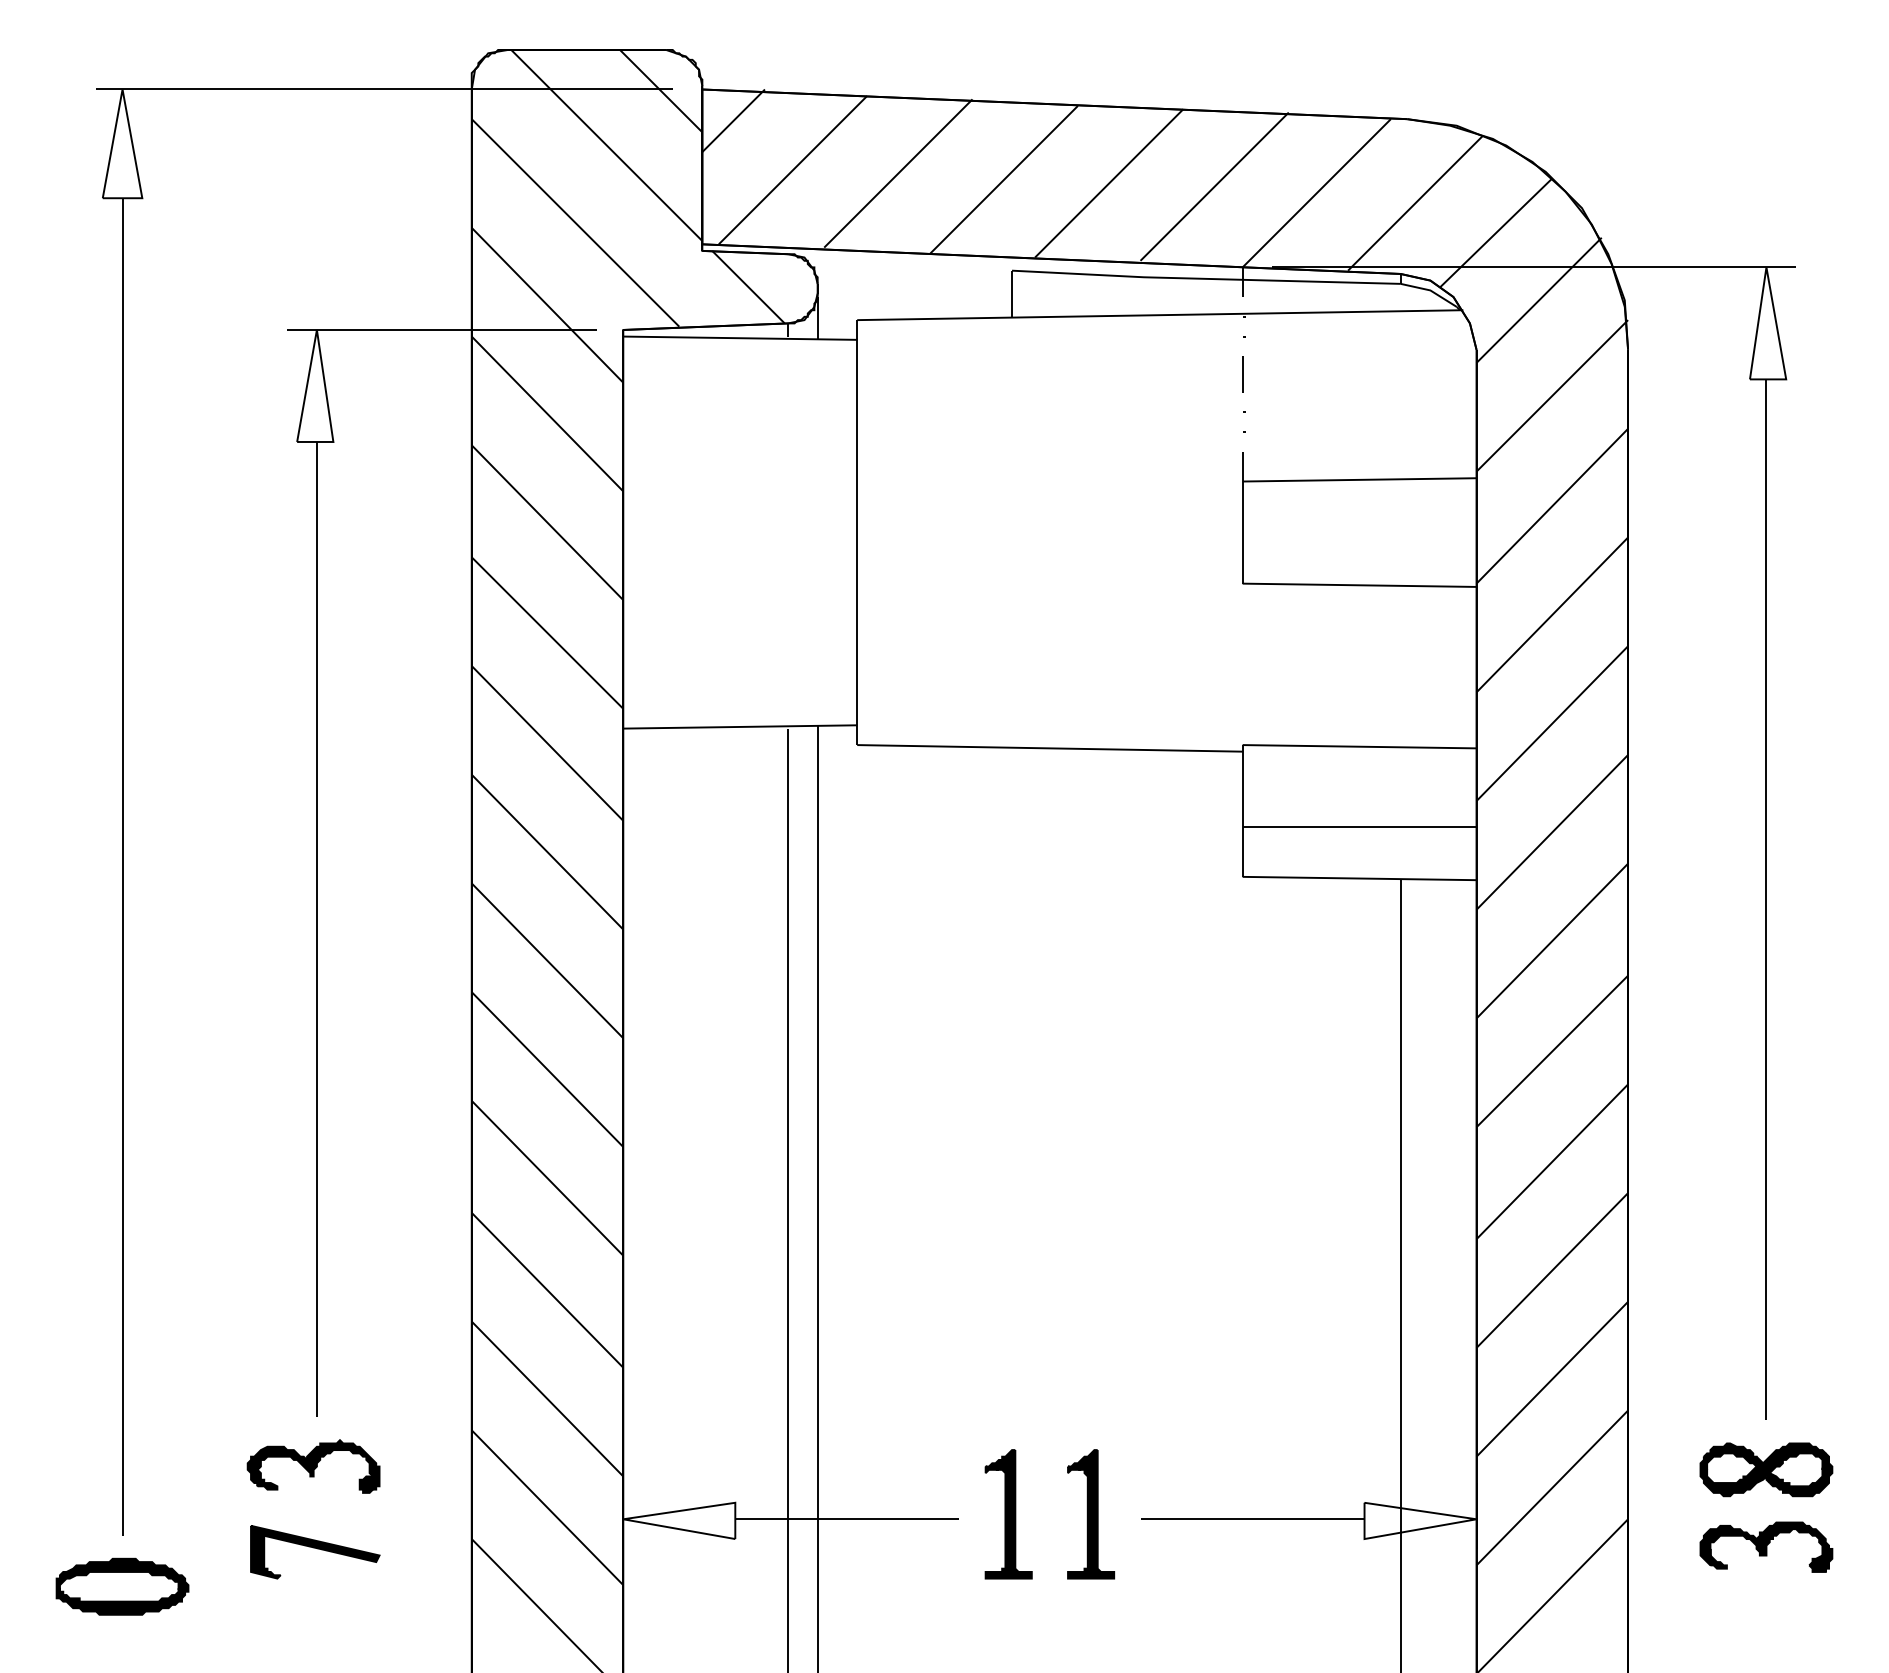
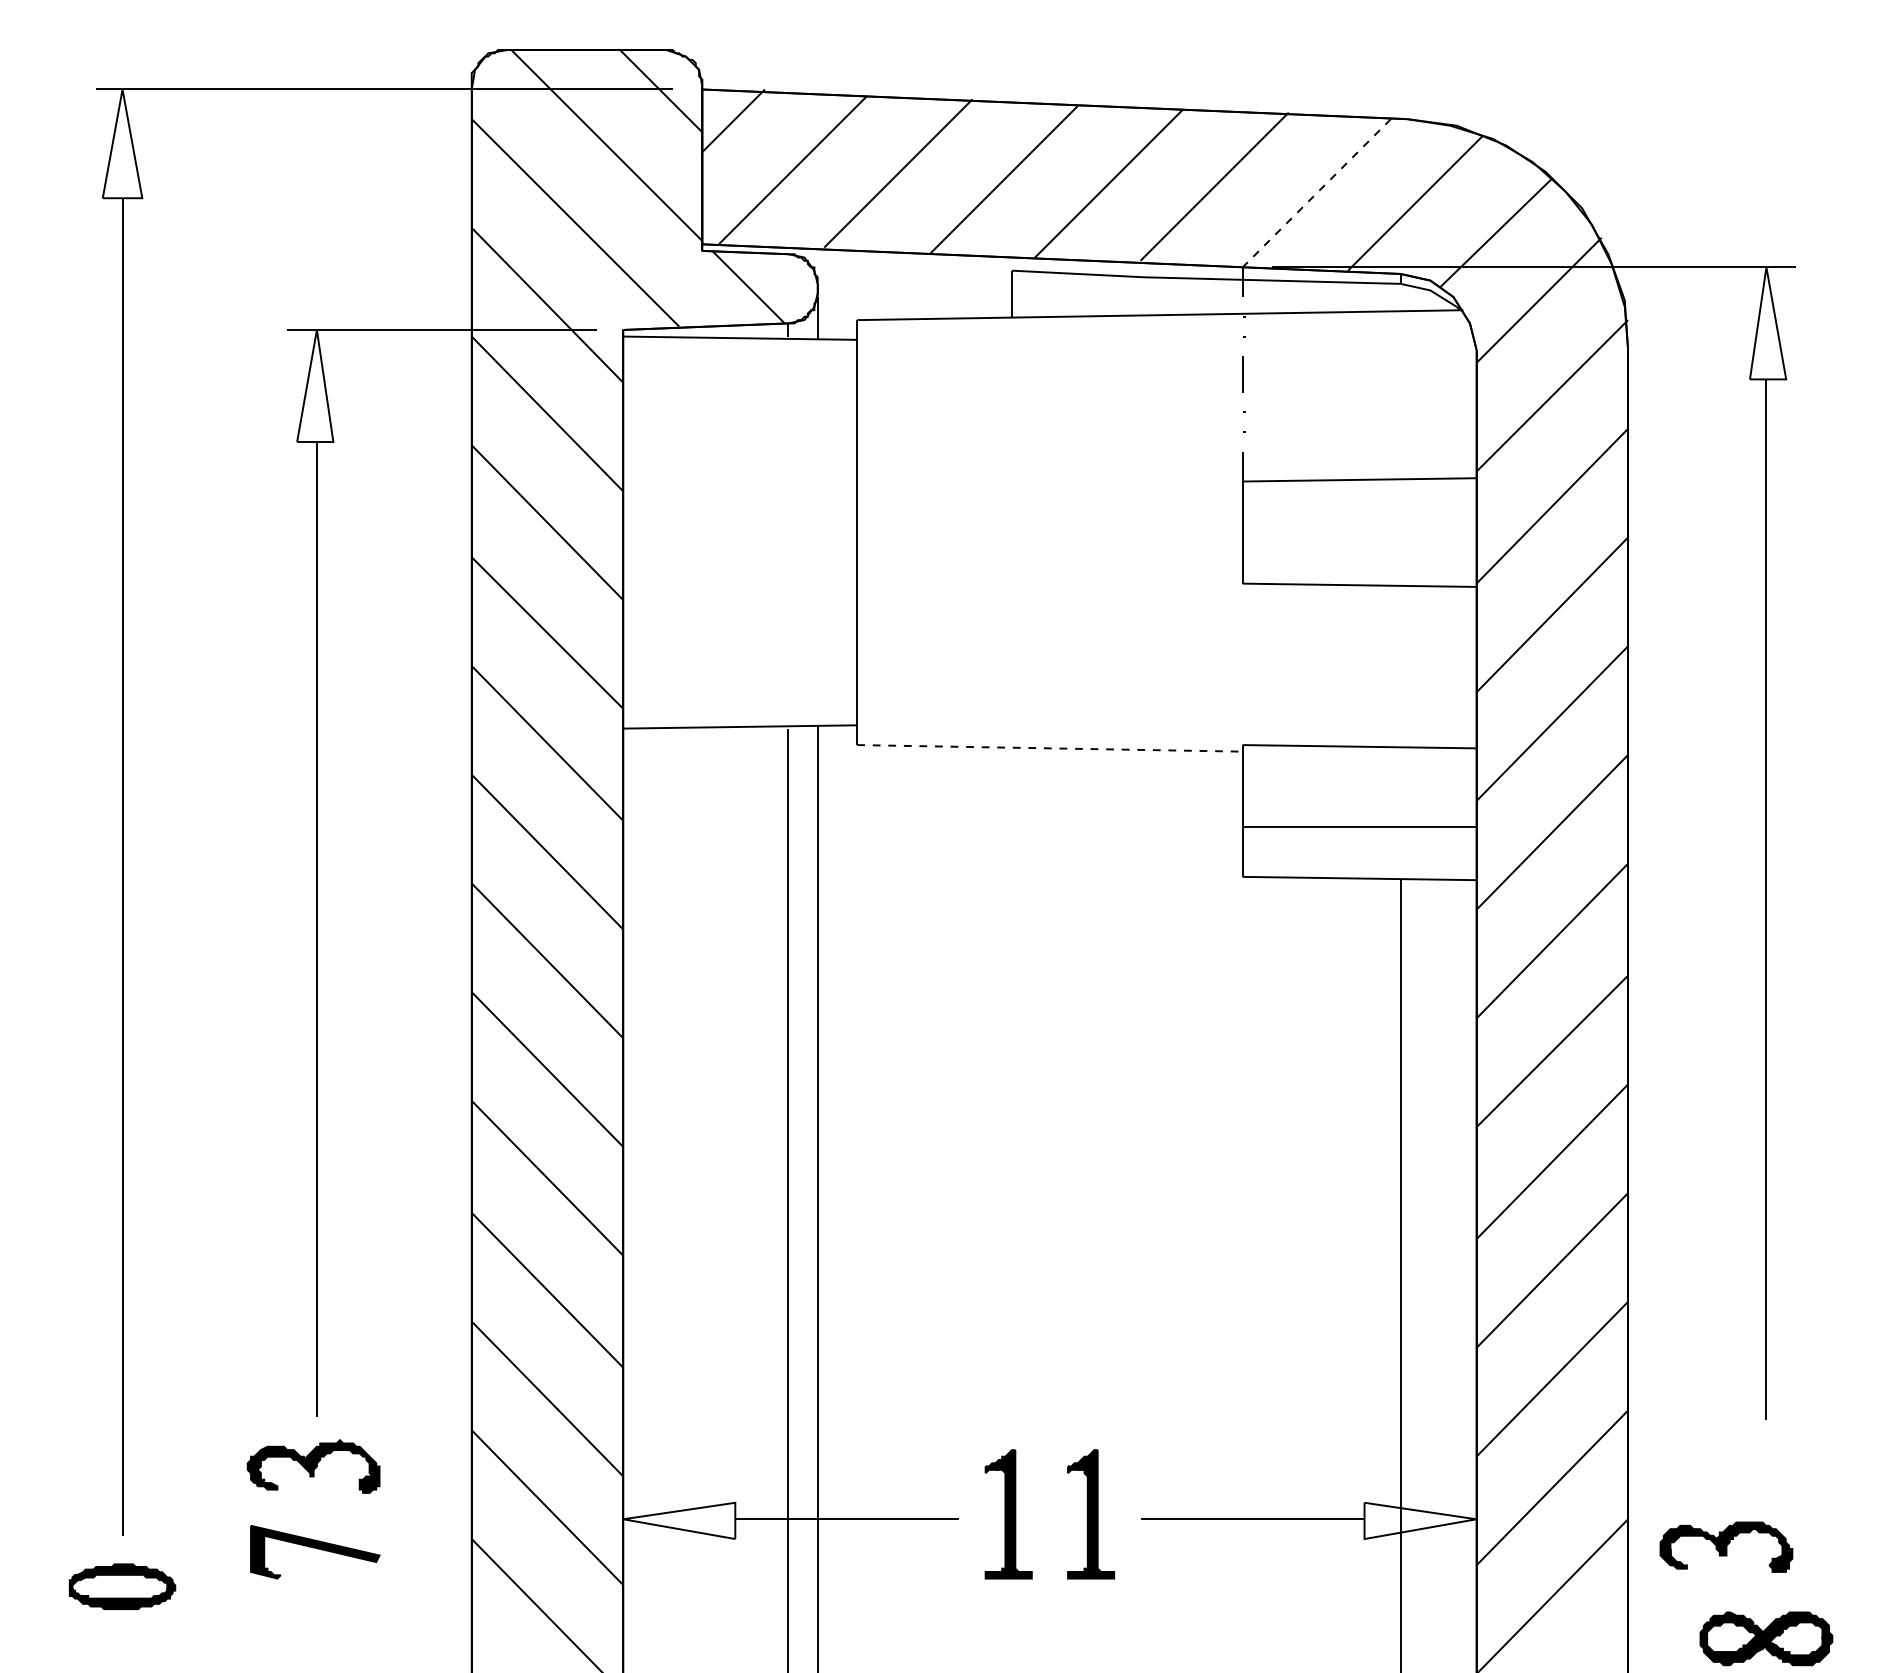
line at (1316, 193): solid -> dashed
line at (1049, 748): solid -> dashed
part at (1766, 1469) position: (1766, 1469) -> (1766, 1638)
part at (1766, 1546) position: (1766, 1546) -> (1726, 1546)
part at (122, 1586) size: 135x59 px -> 109x47 px
